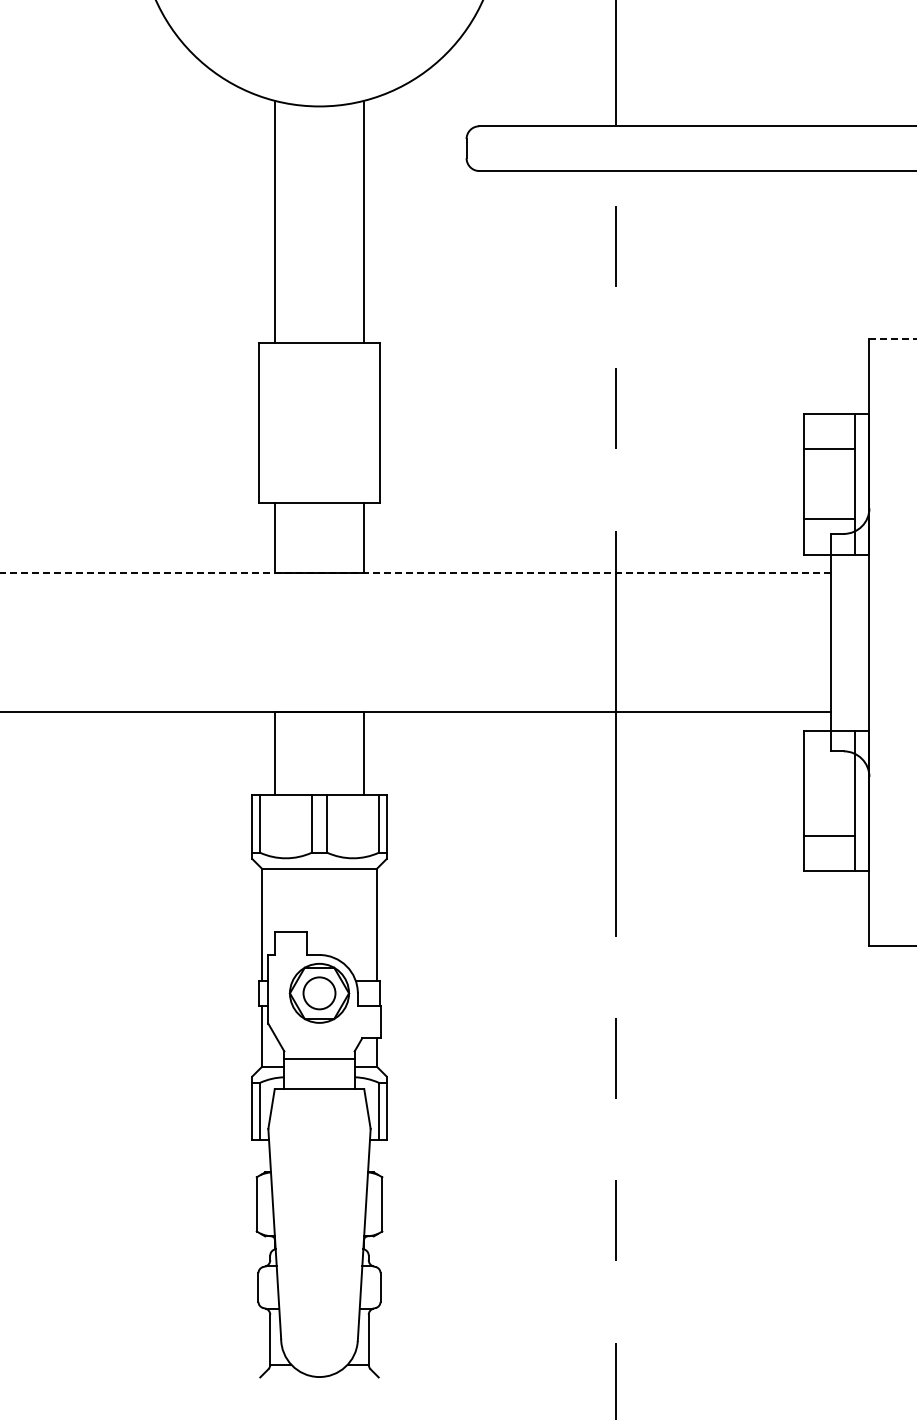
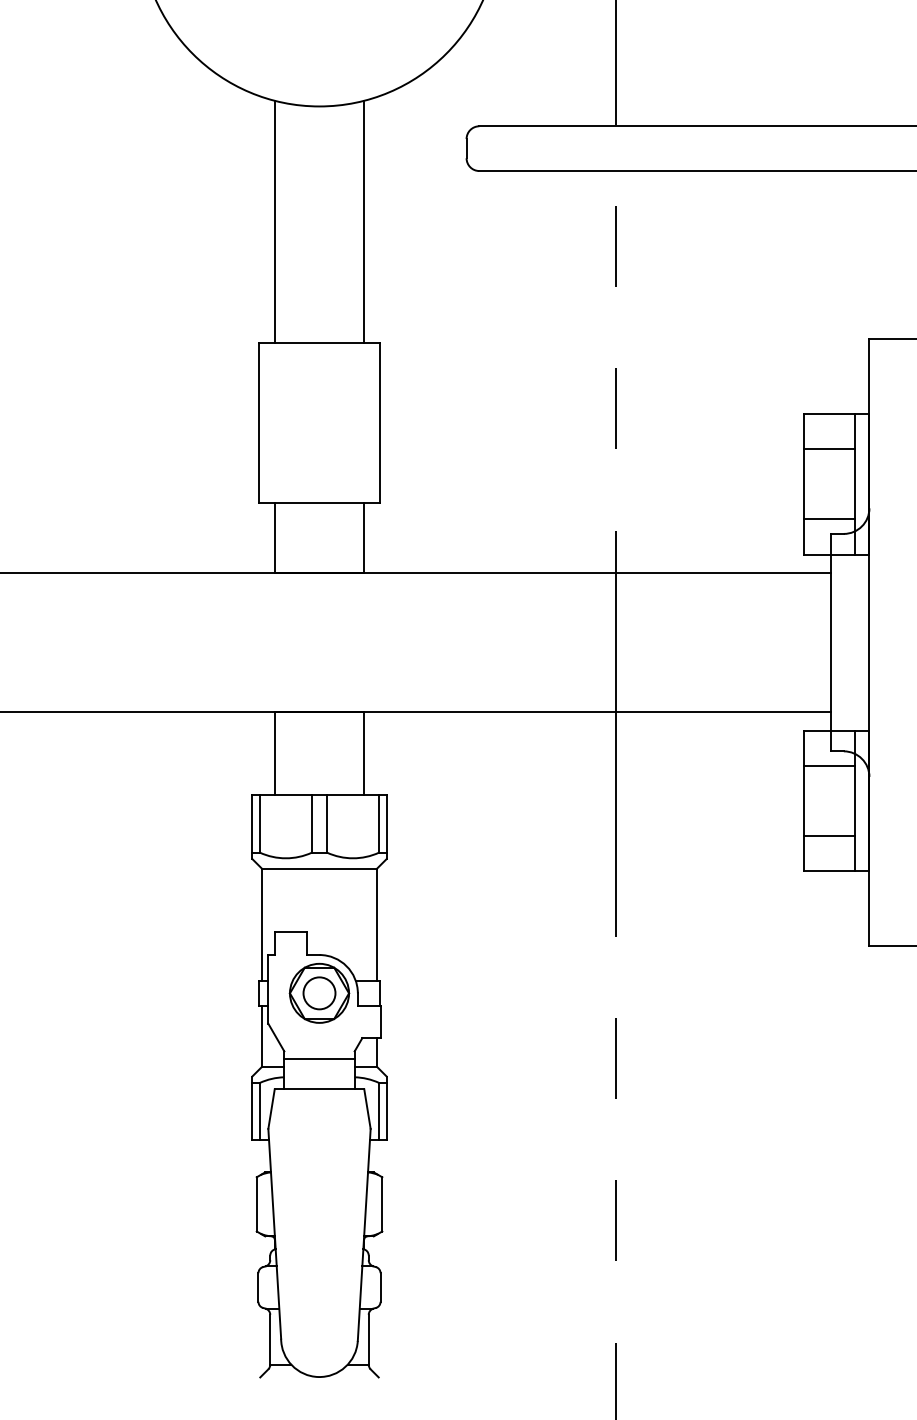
line at (893, 338): dashed -> solid
line at (415, 573): dashed -> solid
line at (828, 765): none -> present
